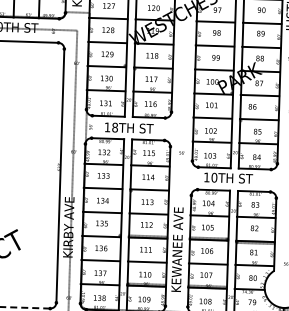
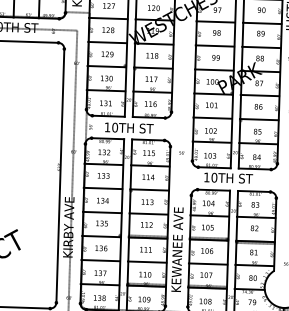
text at (252, 106) position: (252, 106) -> (258, 106)
text at (115, 127): 18TH -> 10TH
line at (25, 307): dashed -> solid
